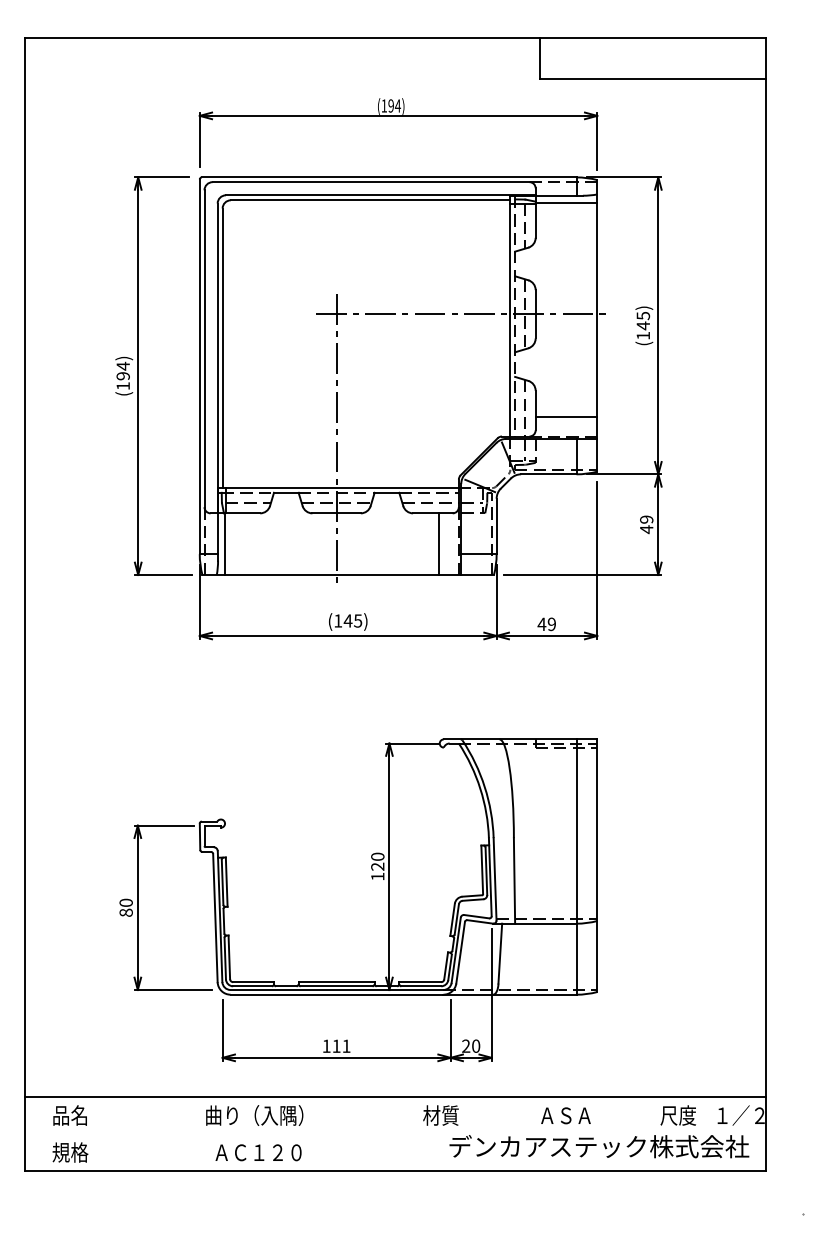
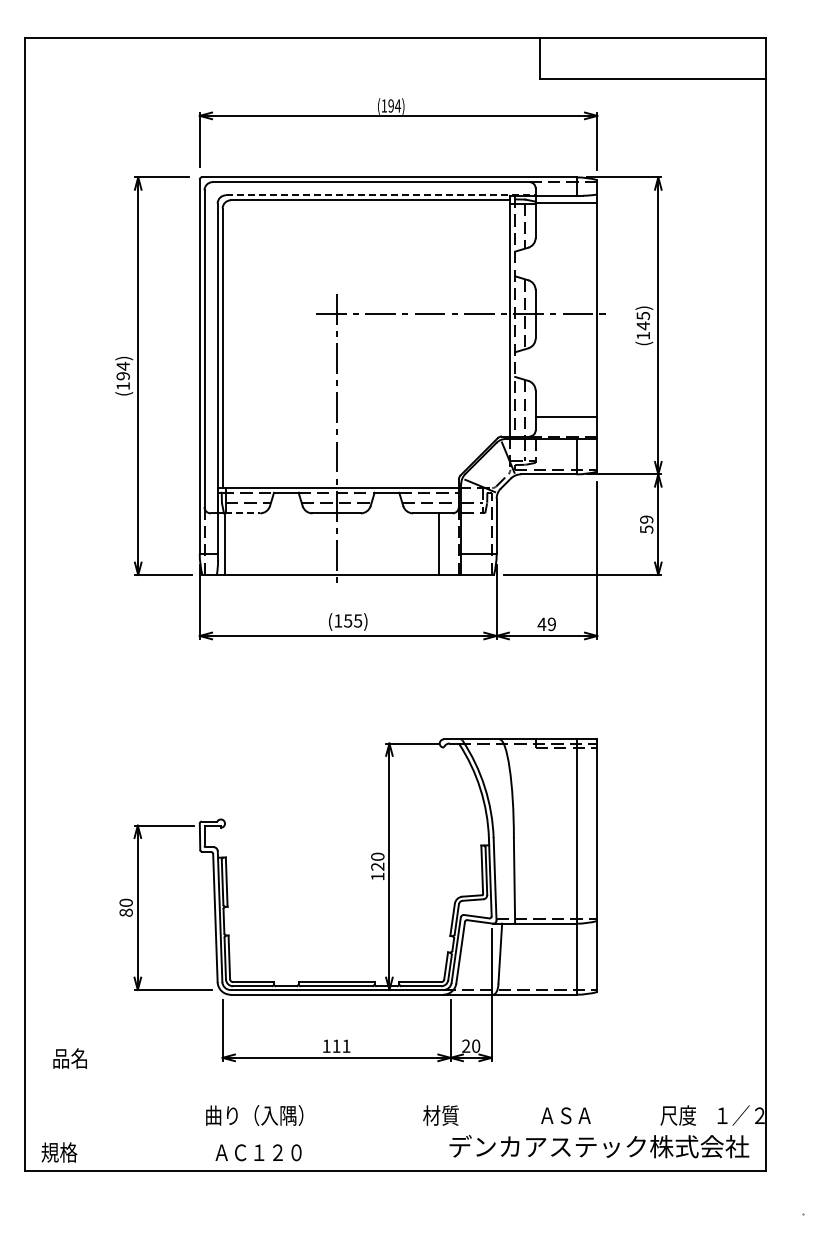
line at (380, 195): solid -> dashed
line at (242, 513): solid -> dashed
text at (646, 529): 49 -> 59
text at (347, 620): (145) -> (155)
line at (395, 1097): present -> none
text at (69, 1115) position: (69, 1115) -> (69, 1058)
text at (70, 1152) position: (70, 1152) -> (59, 1152)
